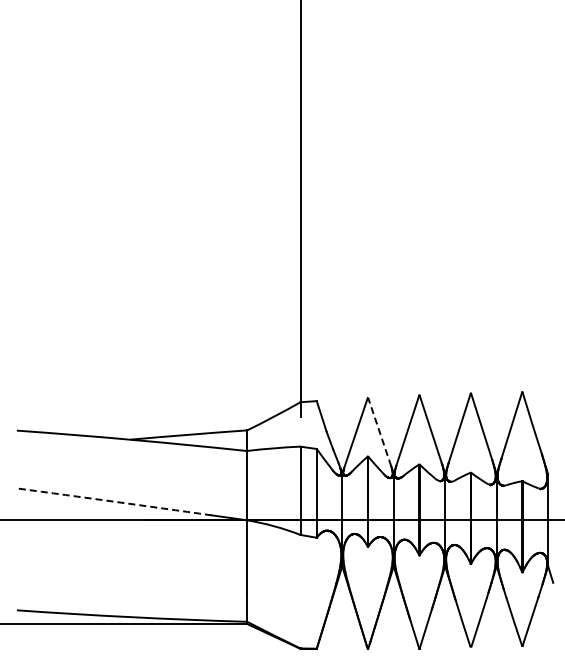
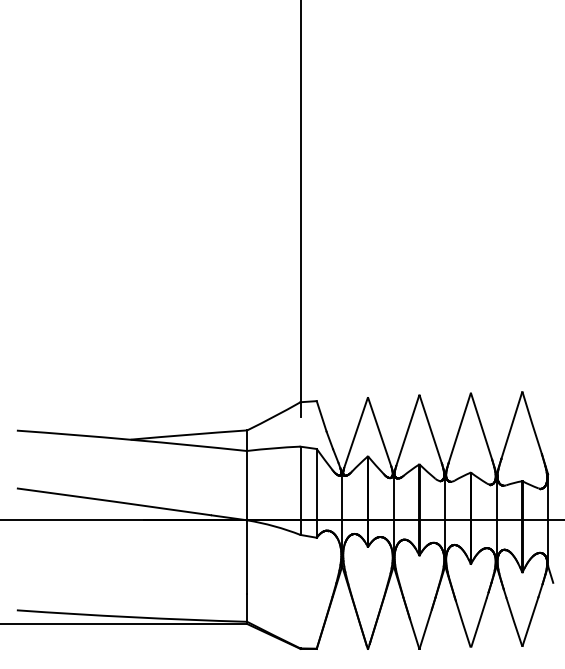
line at (379, 431): dashed -> solid
arc at (114, 501): dashed -> solid
